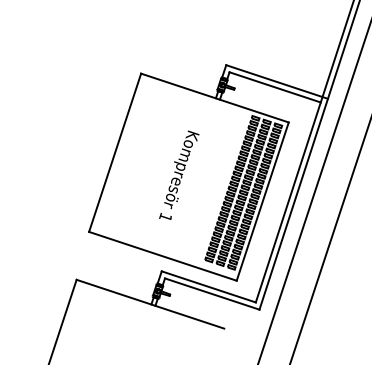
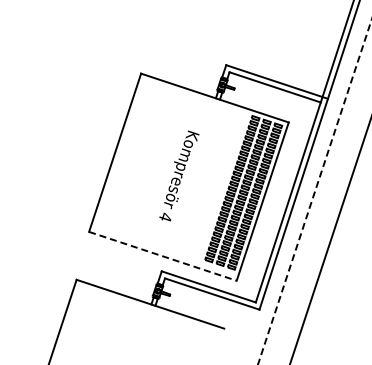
line at (314, 191): solid -> dashed
text at (165, 216): 1 -> 4
line at (162, 256): solid -> dashed
